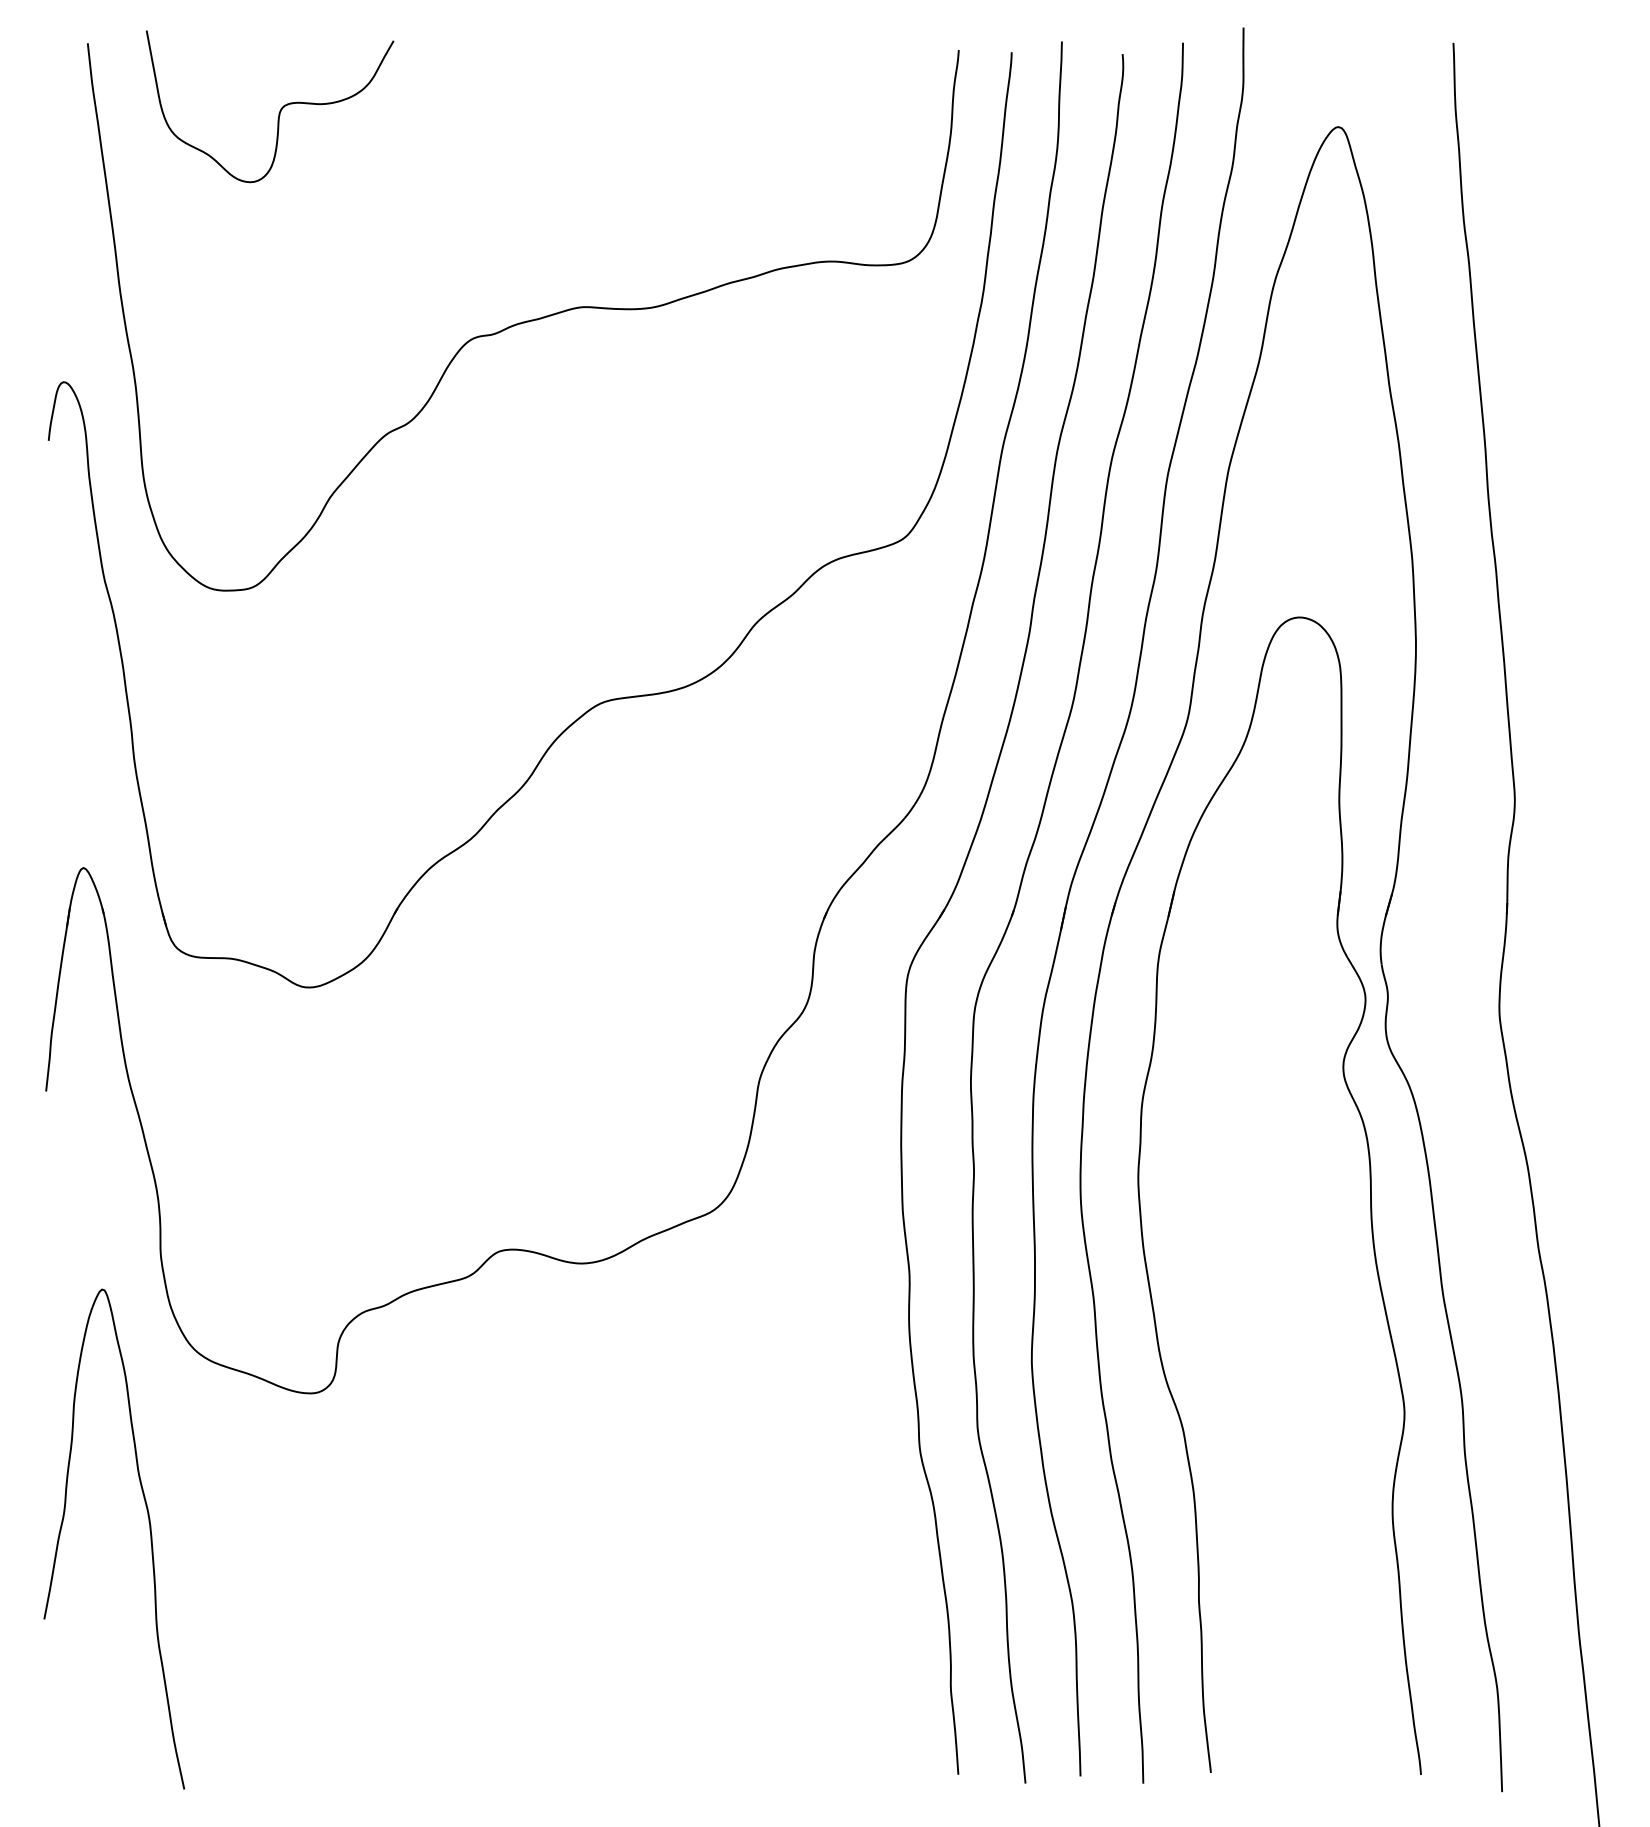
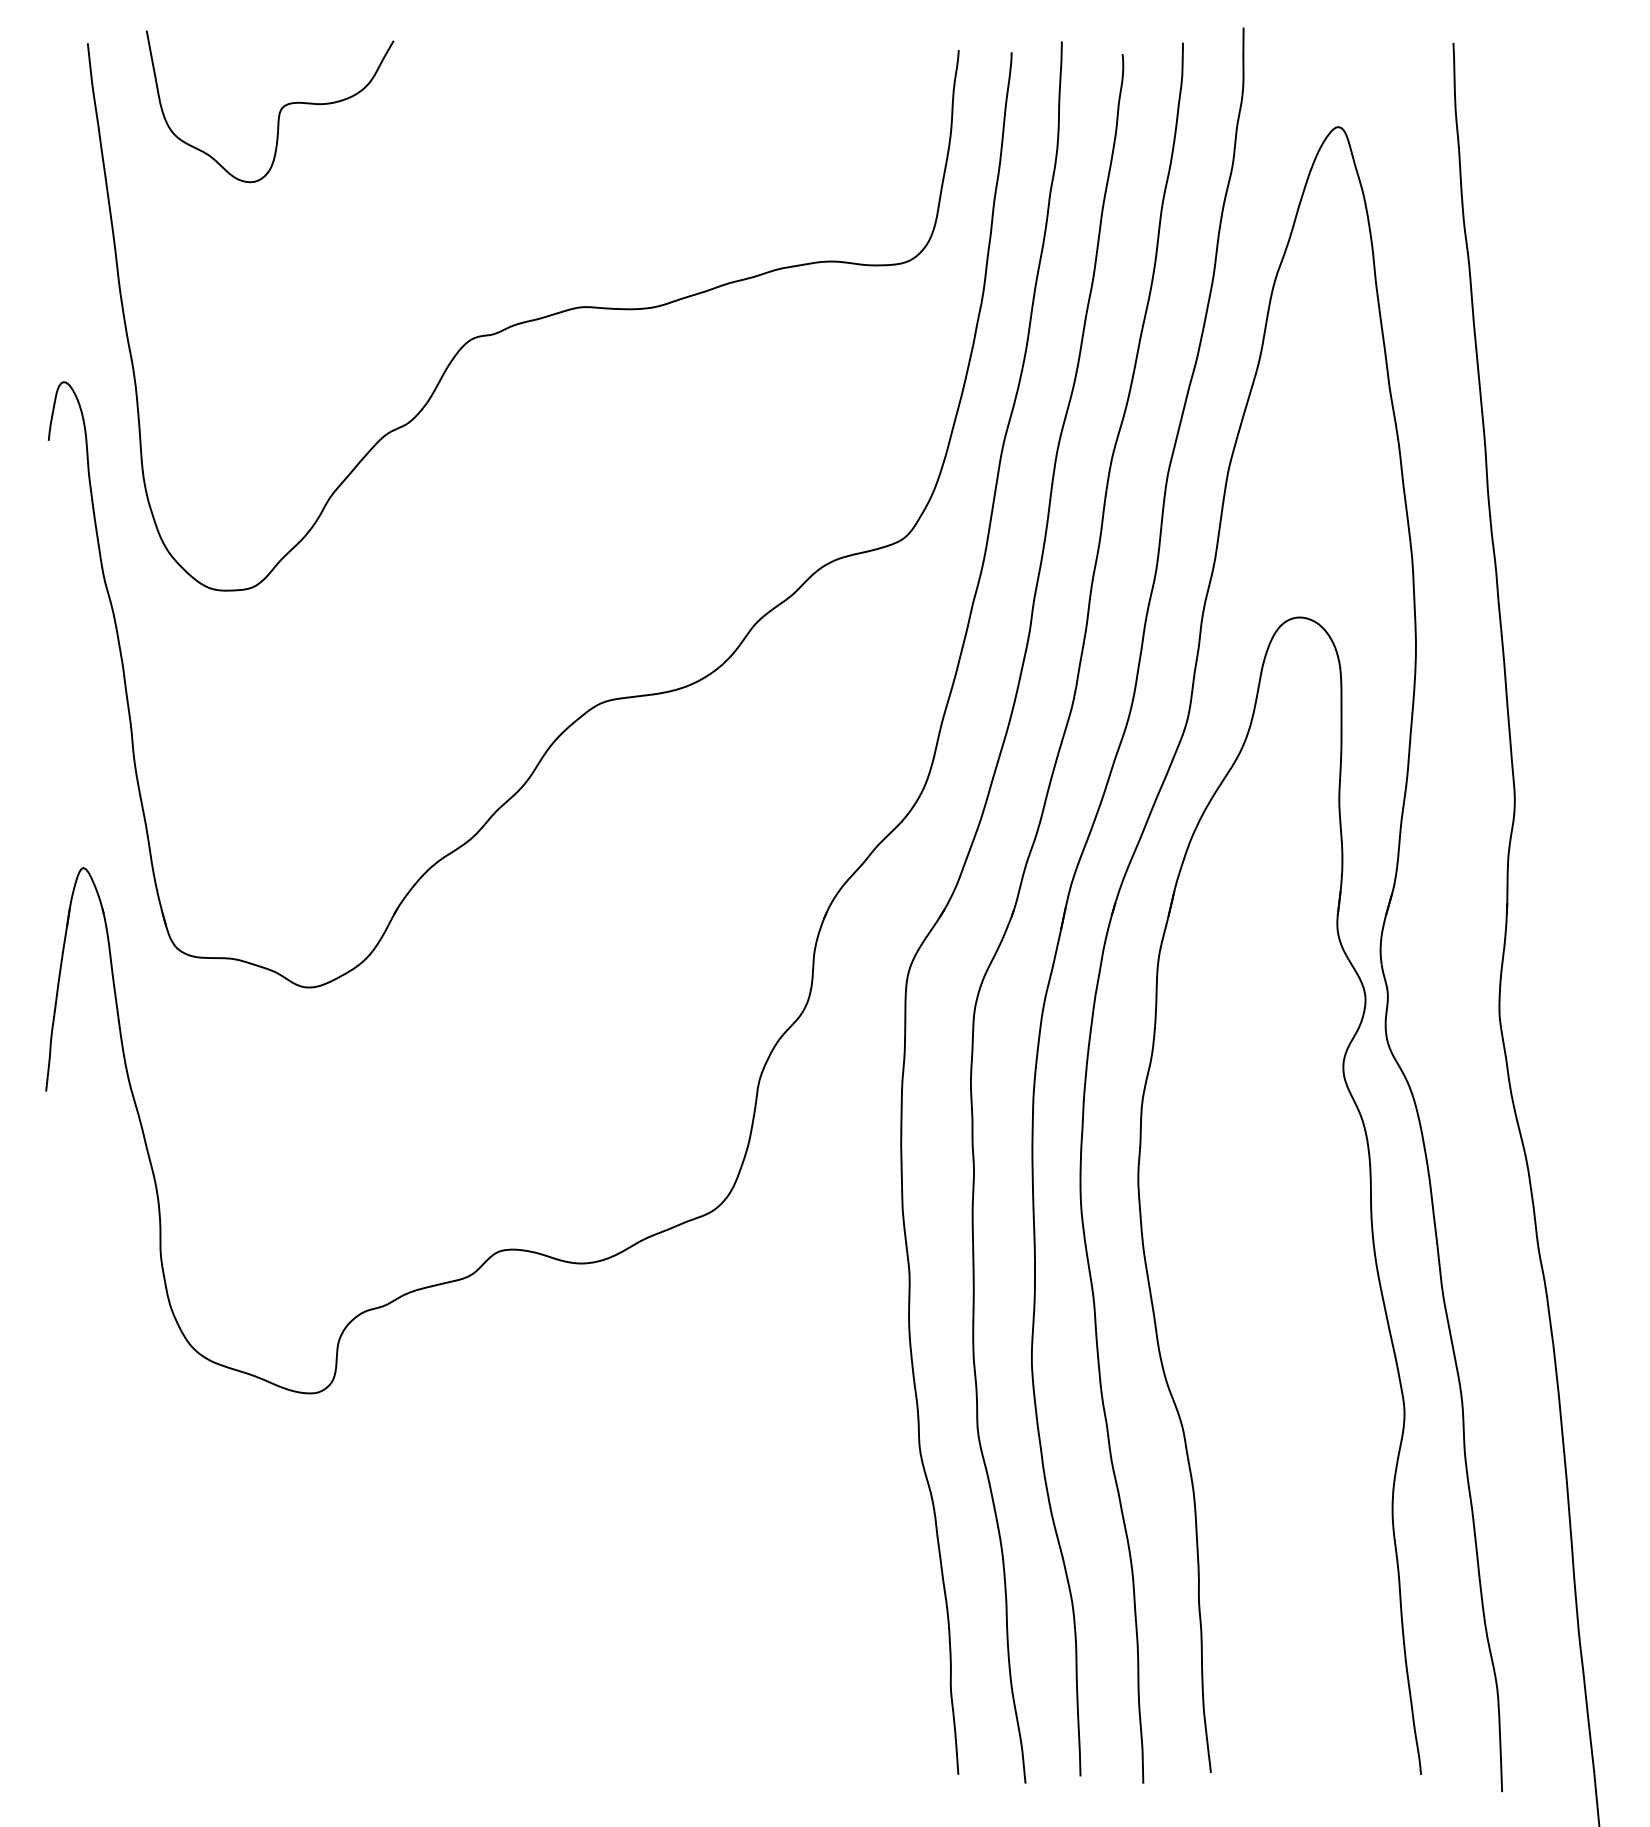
curve at (149, 1530): present -> none
